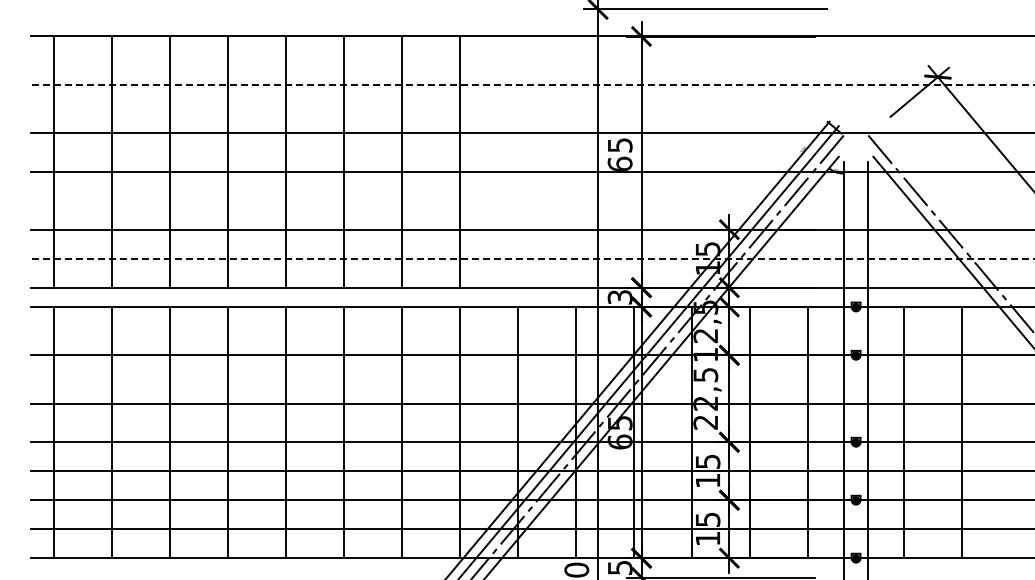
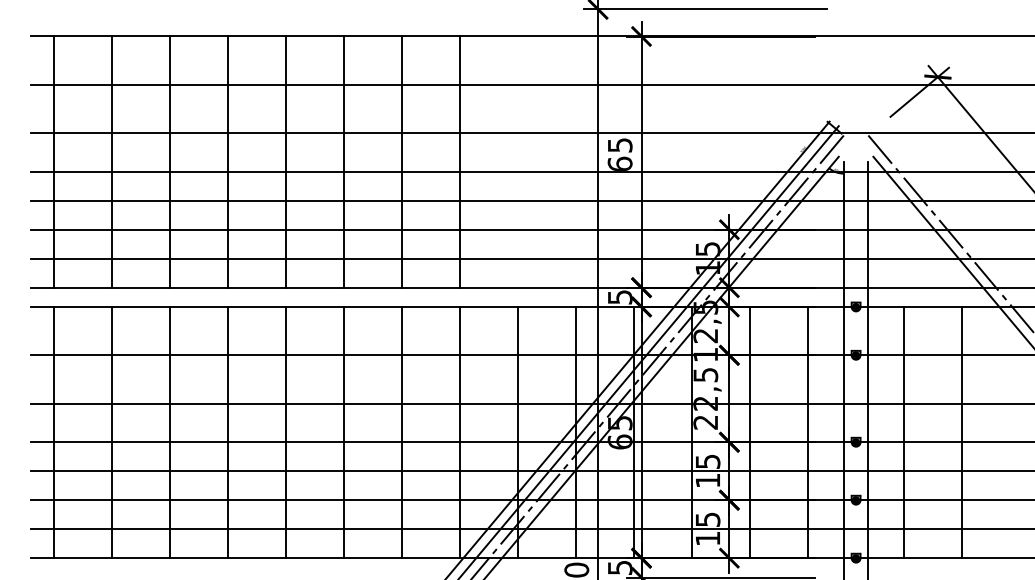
line at (532, 84): dashed -> solid
line at (531, 200): none -> present
line at (532, 258): dashed -> solid
text at (619, 296): 3 -> 5
